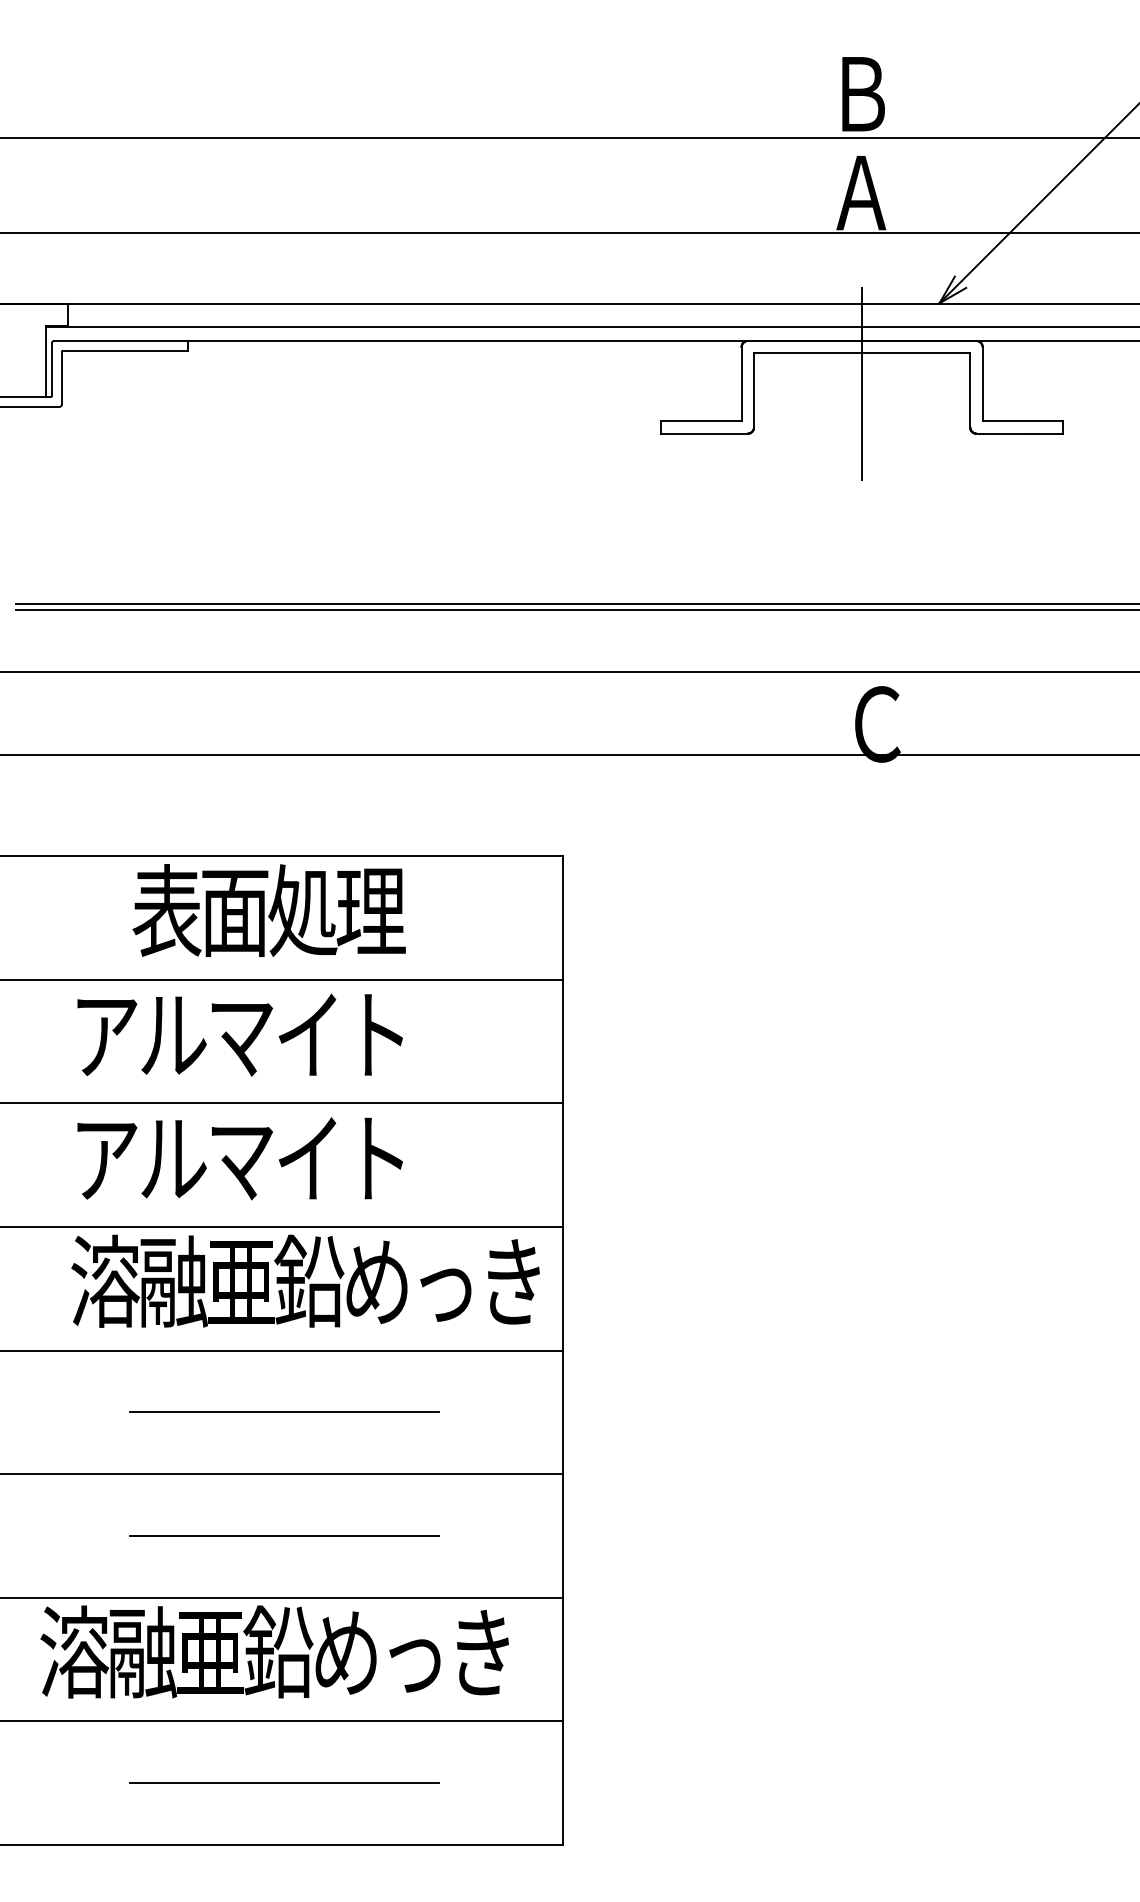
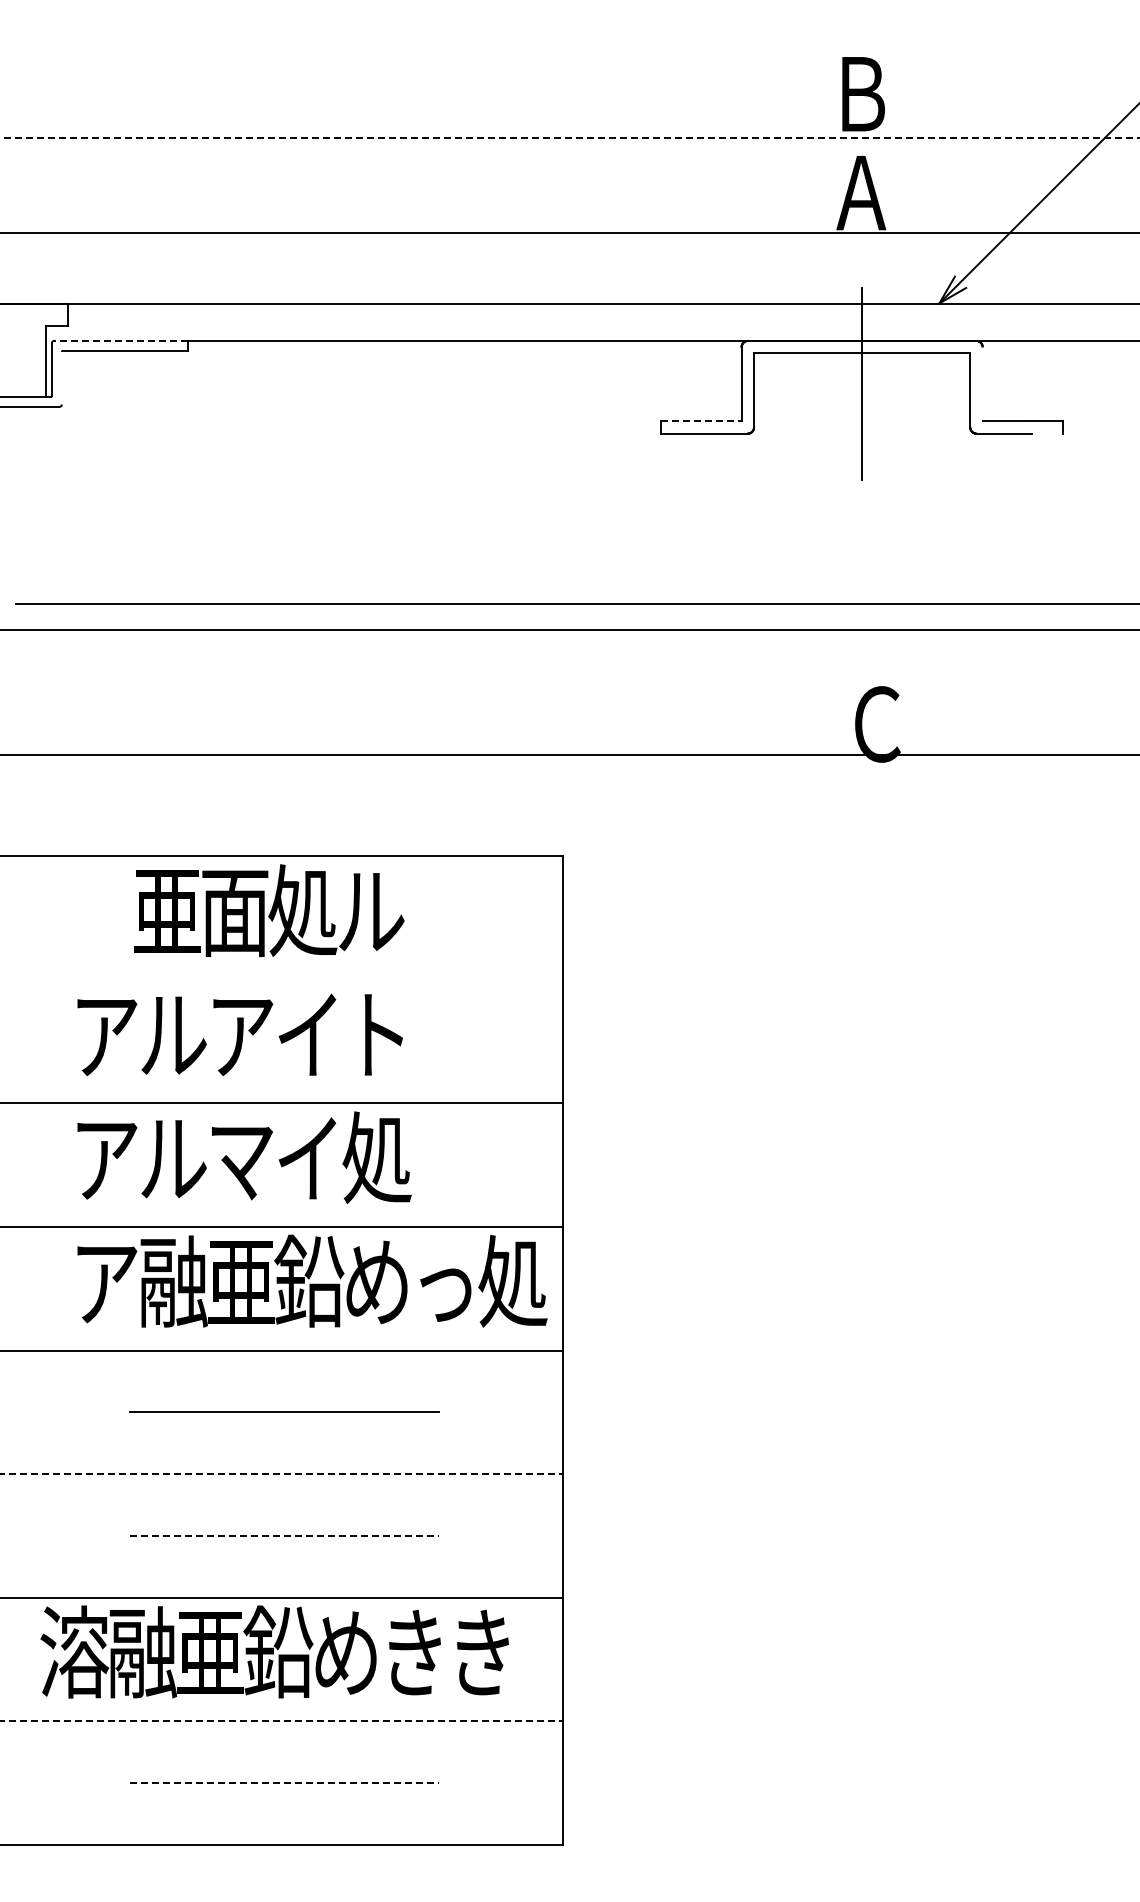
line at (569, 137): solid -> dashed
line at (591, 326): present -> none
line at (121, 340): solid -> dashed
line at (61, 377): present -> none
line at (982, 384): present -> none
line at (701, 421): solid -> dashed
line at (1047, 433): present -> none
line at (576, 610): present -> none
line at (569, 672) position: (569, 672) -> (569, 630)
text at (166, 910): 表 -> 亜
text at (370, 910): 理 -> ル
line at (282, 979): present -> none
text at (242, 1037): マ -> ア
text at (376, 1157): ト -> 処
text at (105, 1280): 溶 -> ア
text at (512, 1281): き -> 処
line at (281, 1474): solid -> dashed
line at (285, 1535): solid -> dashed
text at (414, 1652): っ -> き
line at (281, 1721): solid -> dashed
line at (285, 1783): solid -> dashed
